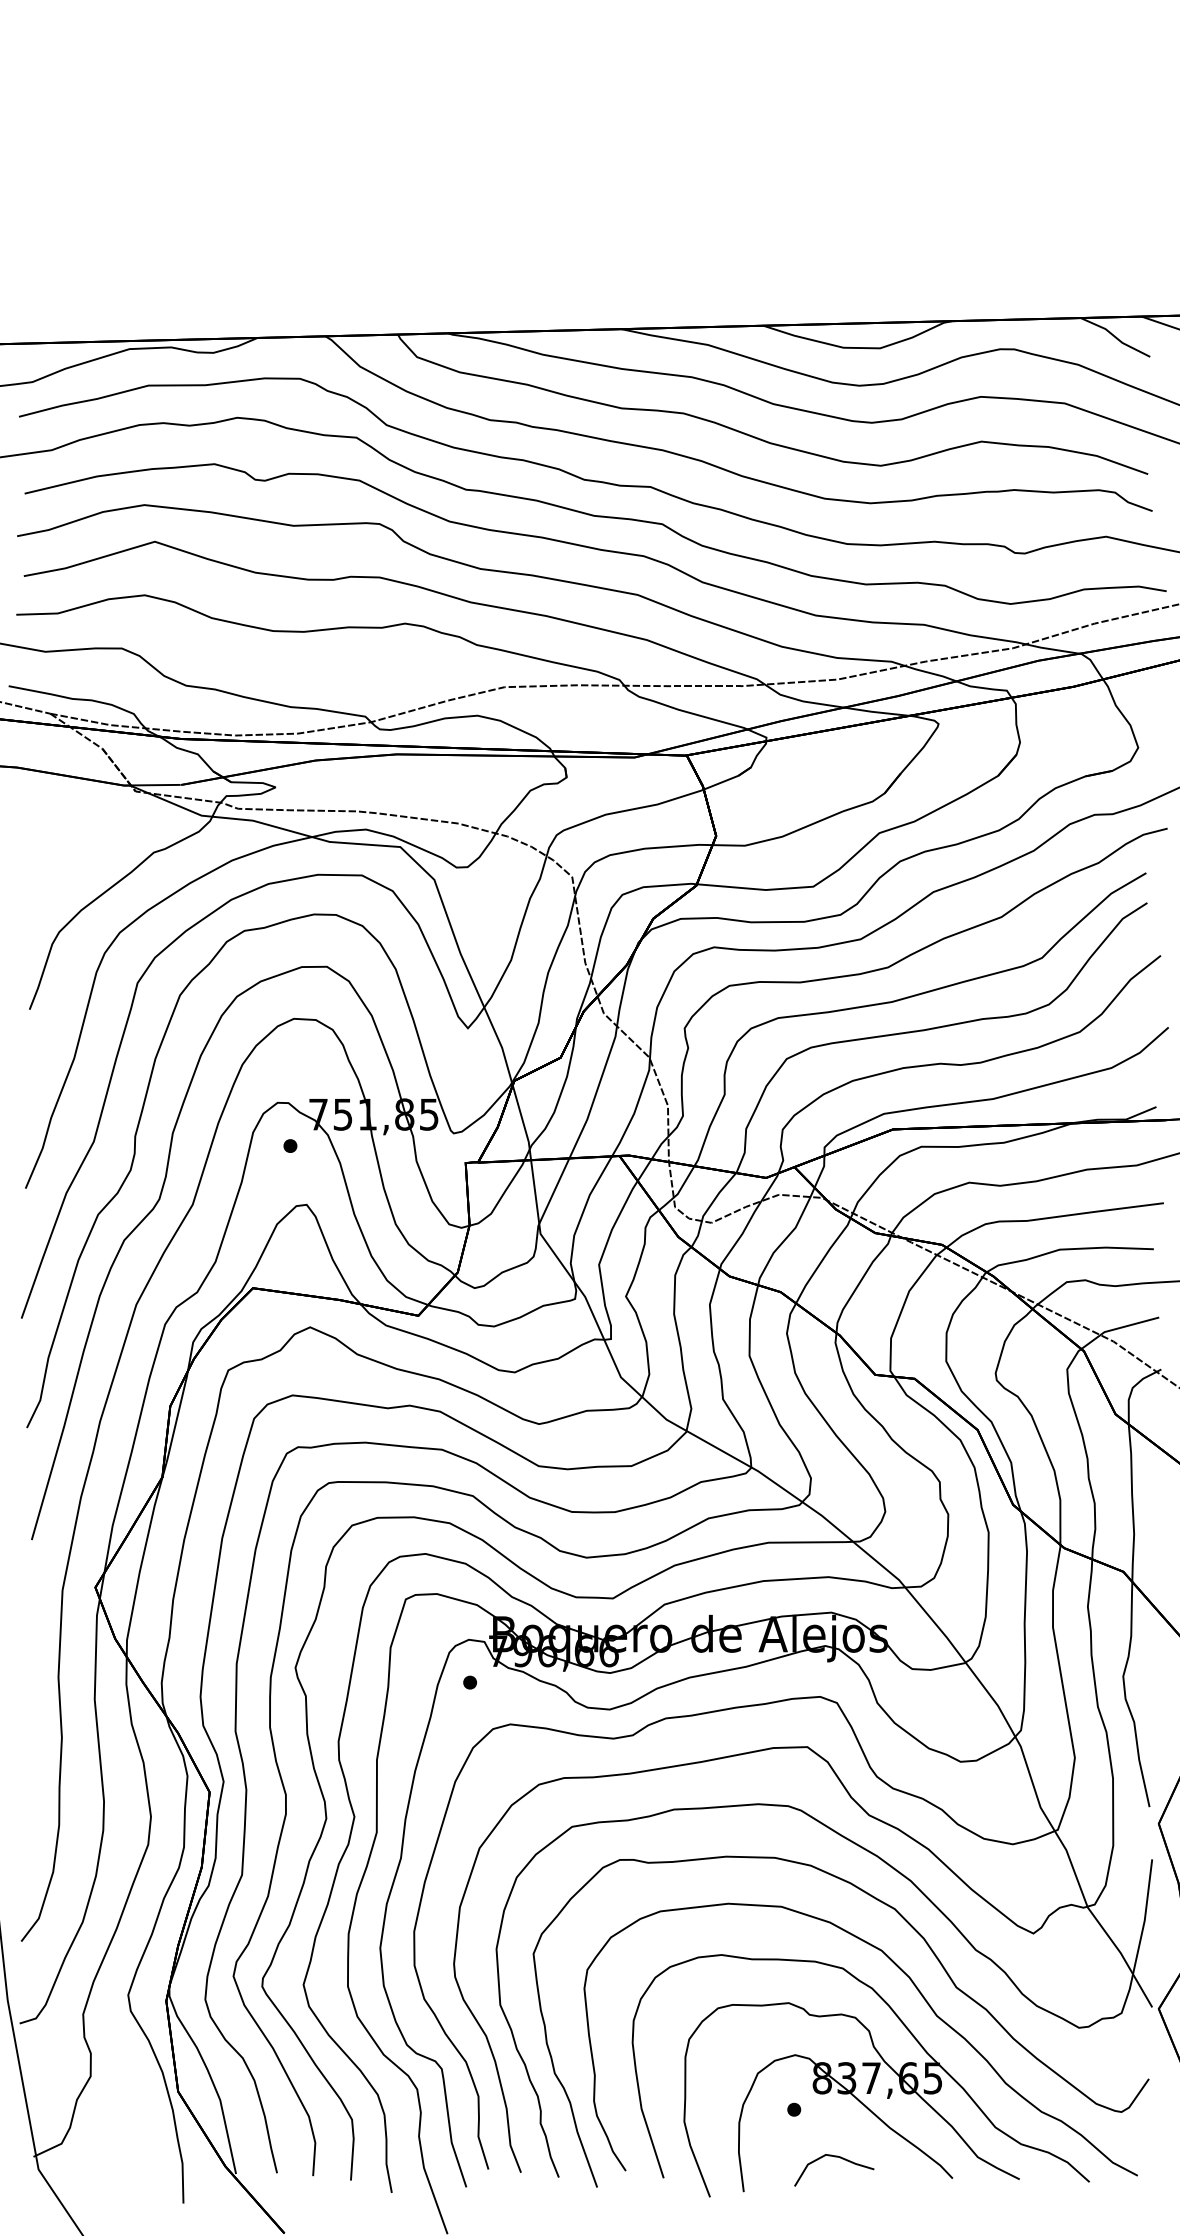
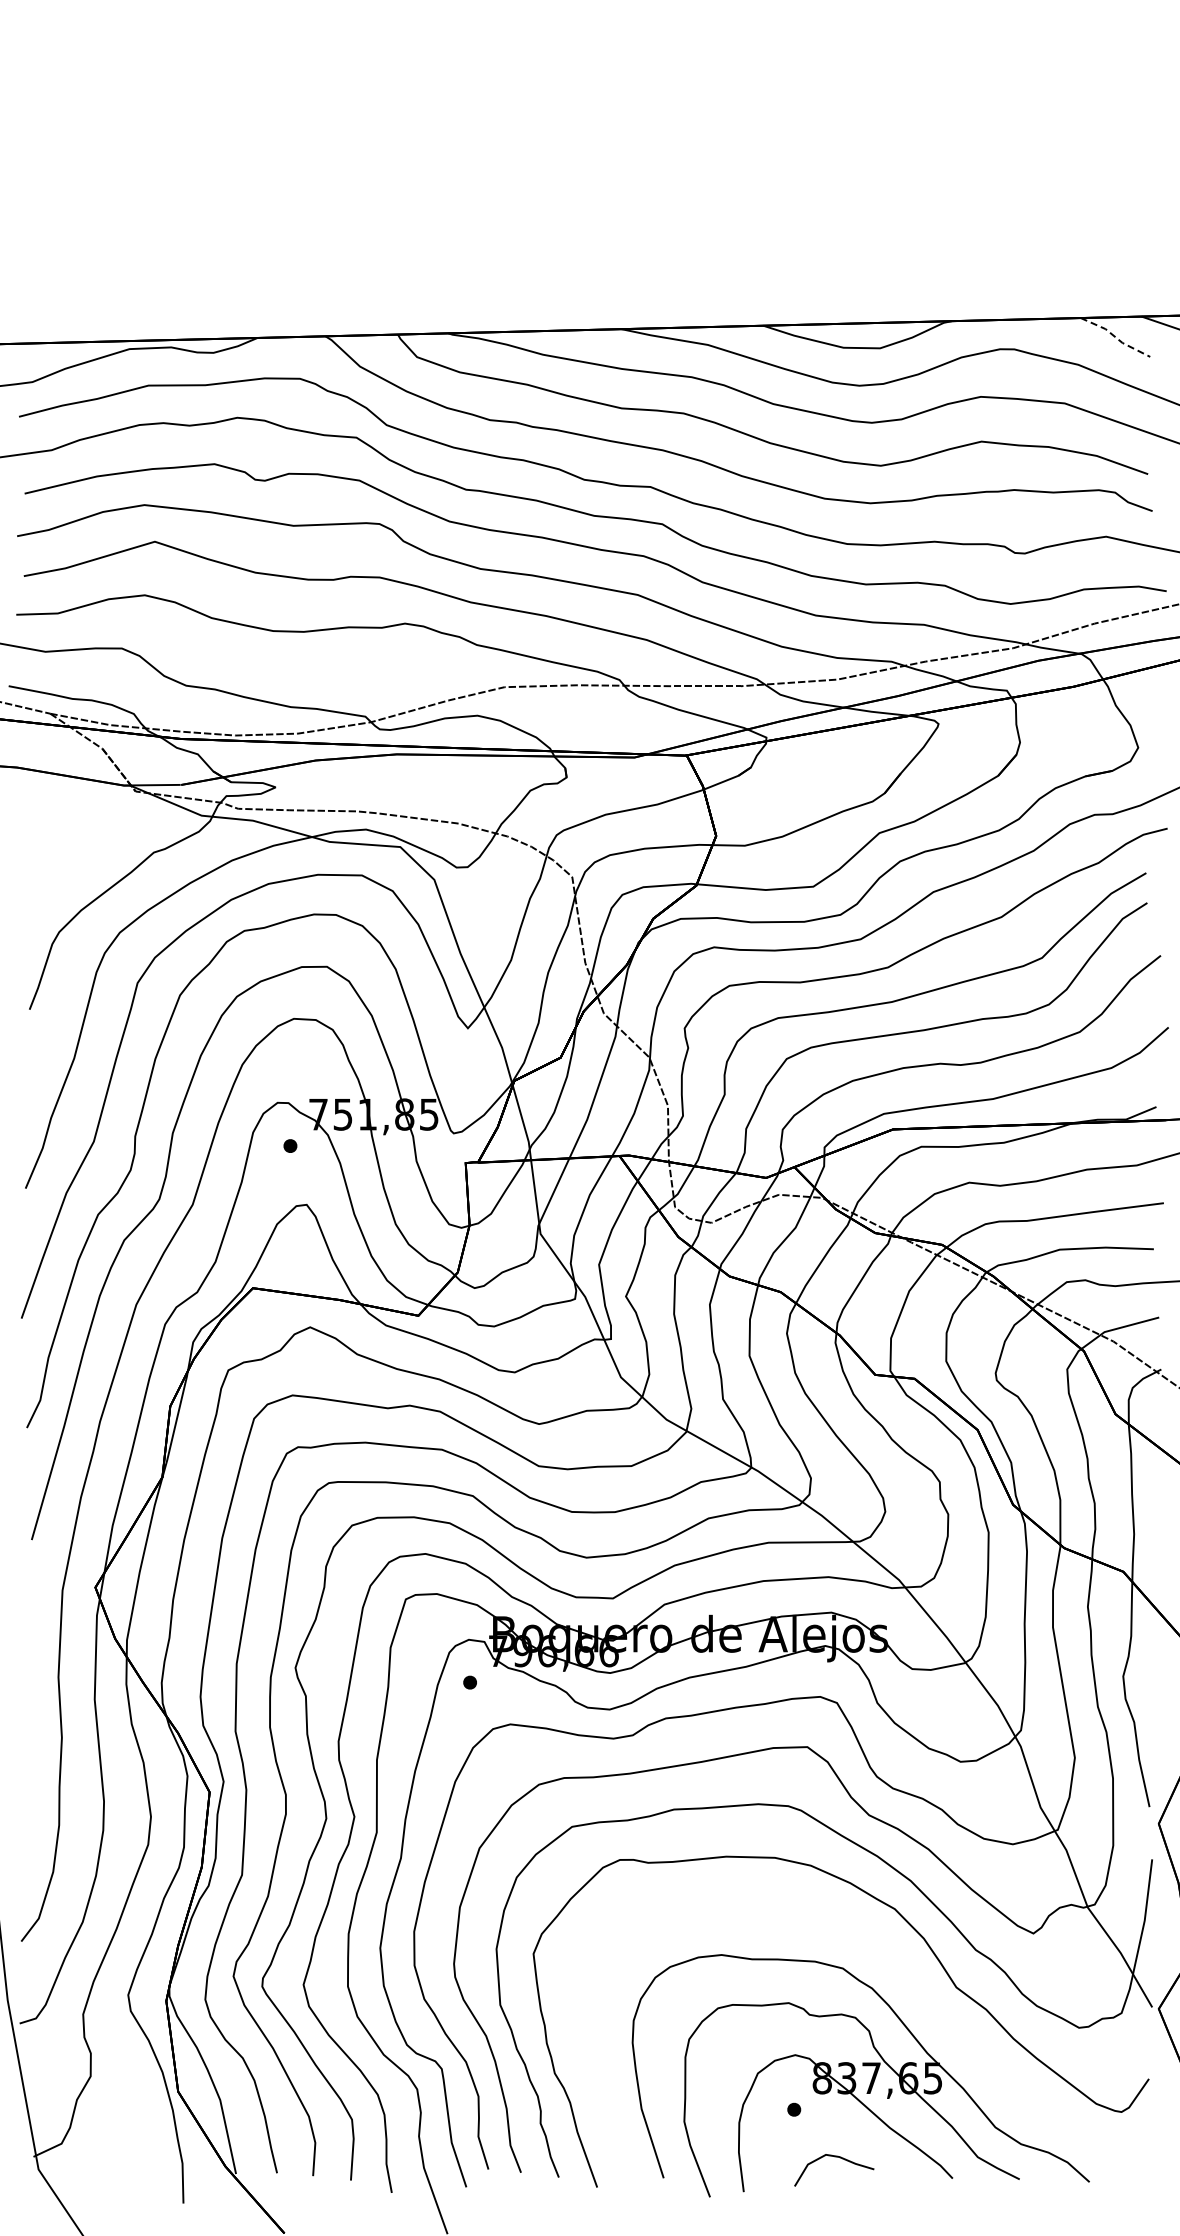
line at (1115, 337): solid -> dashed
curve at (921, 1996): present -> none
